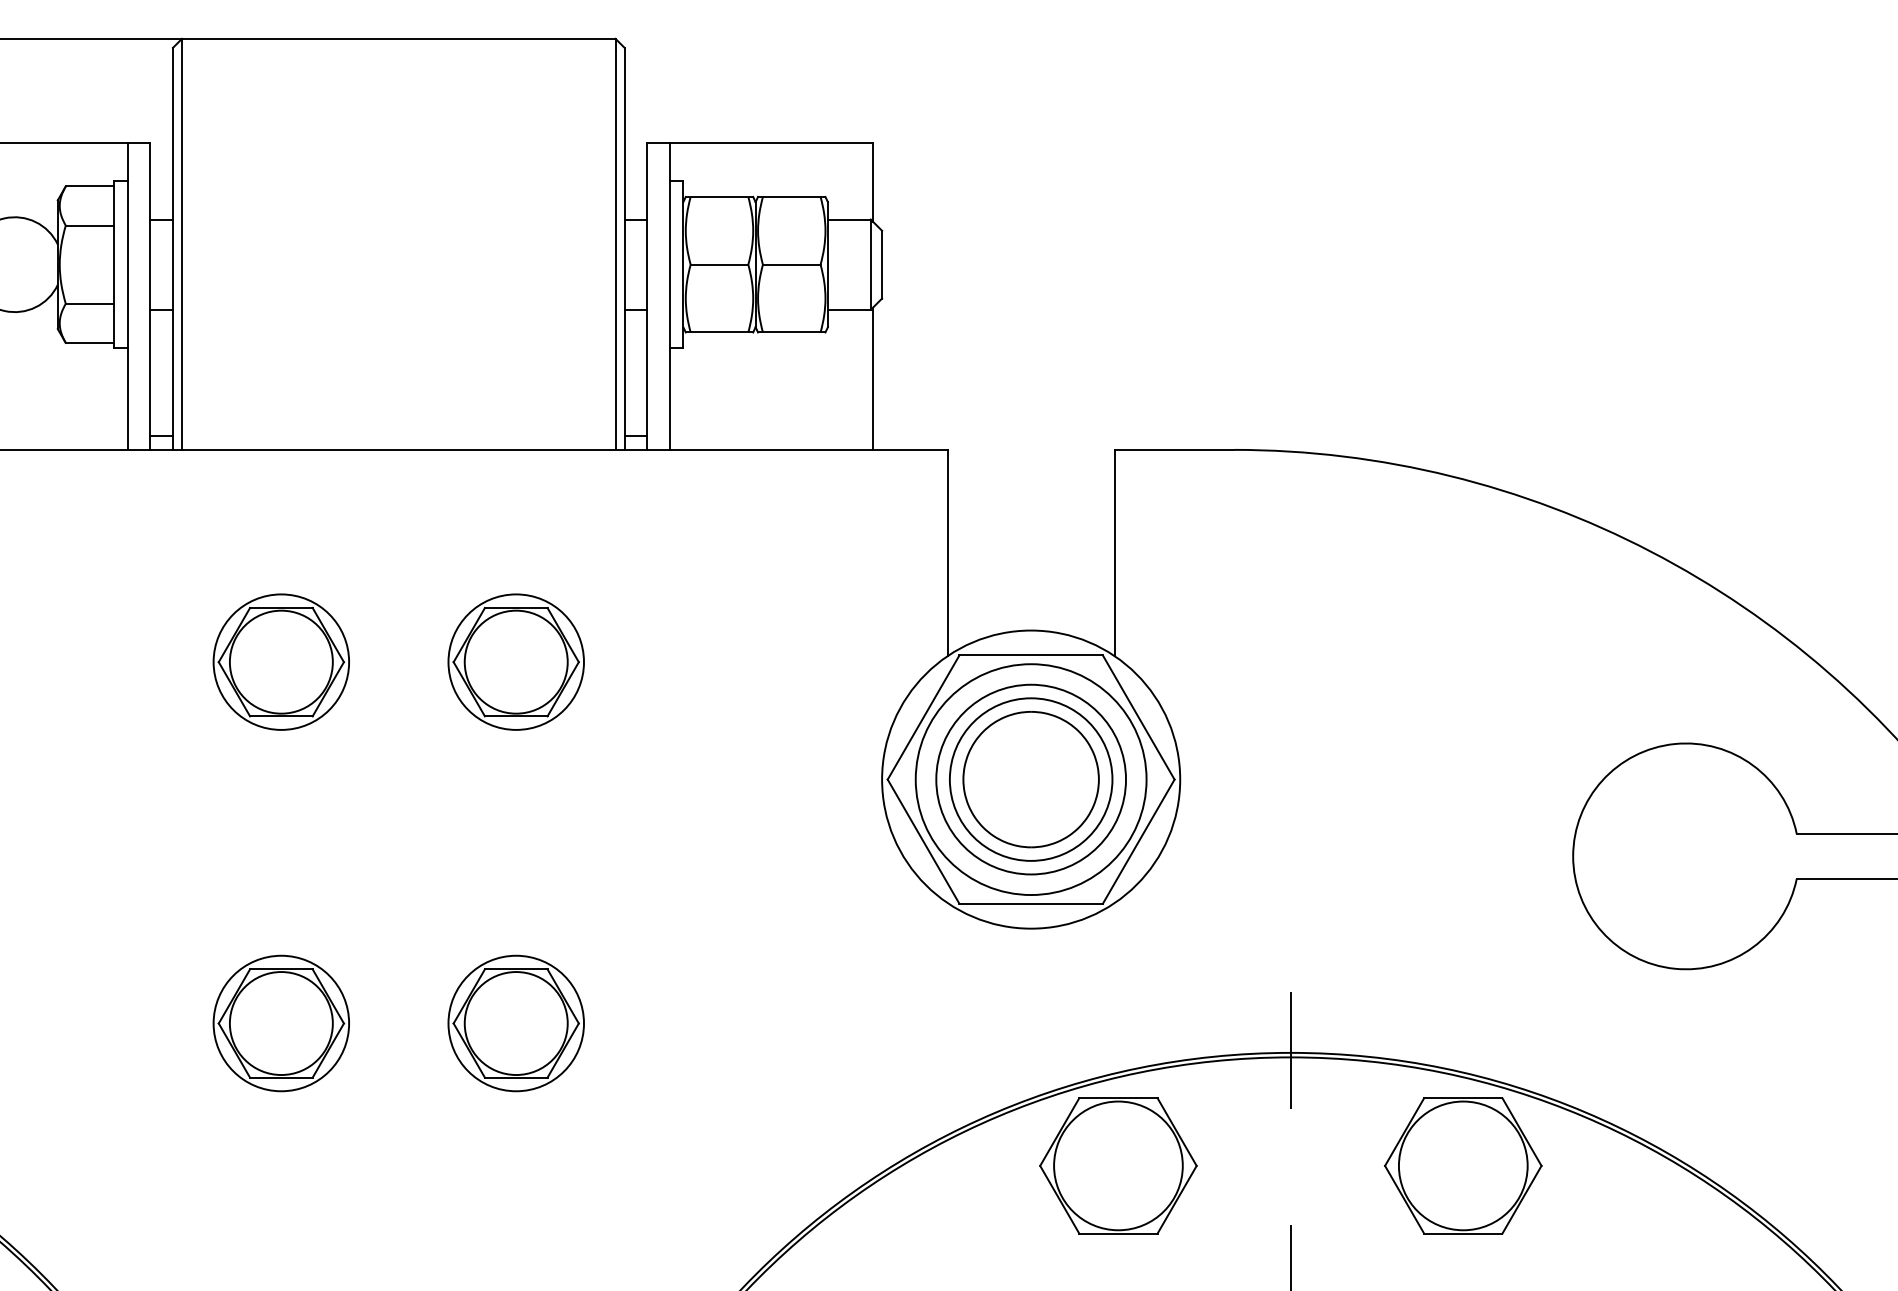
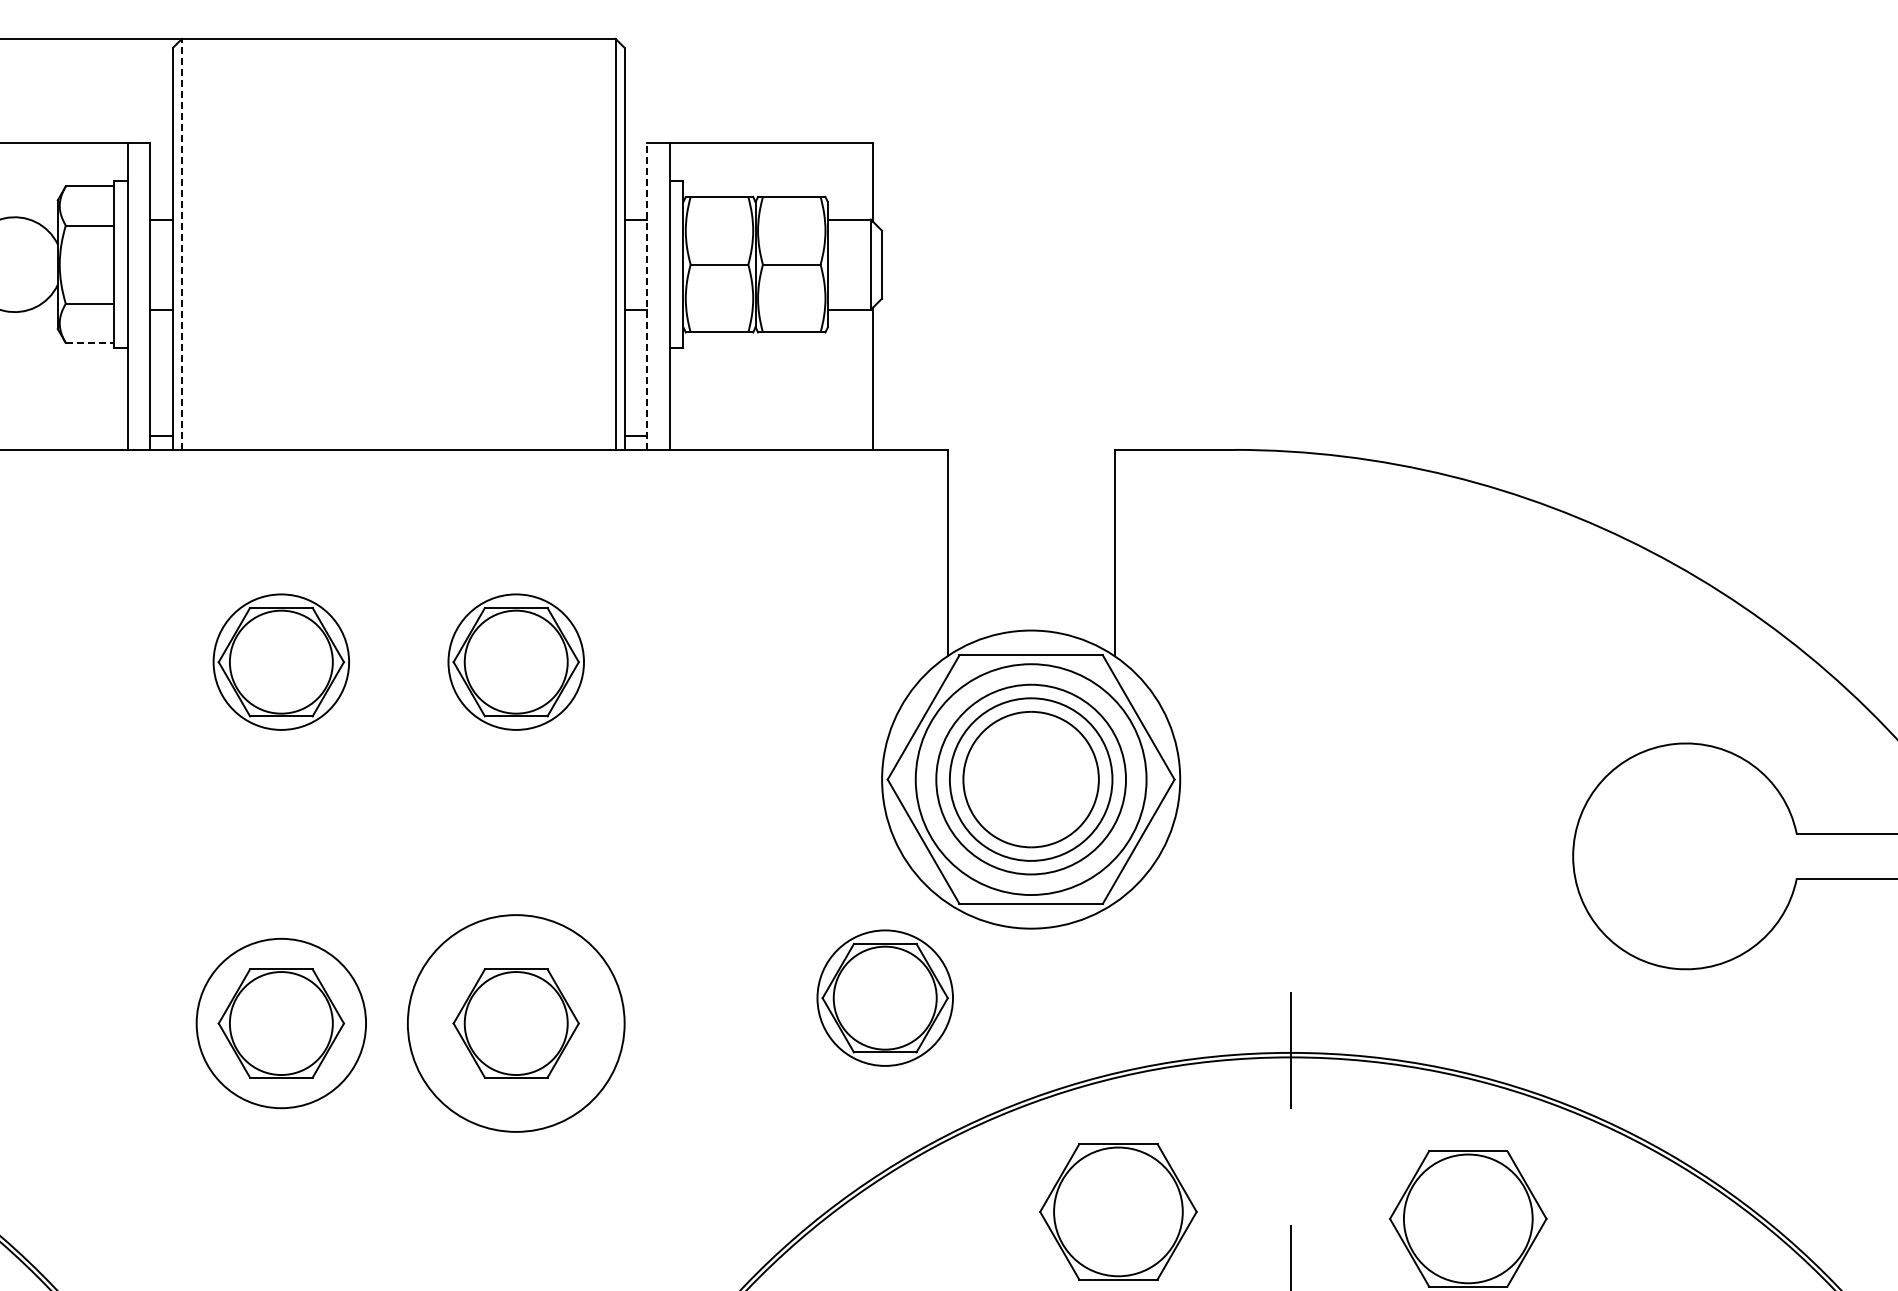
line at (182, 244): solid -> dashed
line at (647, 296): solid -> dashed
line at (90, 342): solid -> dashed
part at (884, 997): none -> present
circle at (281, 1023) diameter: 136 px -> 169 px
circle at (516, 1023) diameter: 136 px -> 217 px
part at (1118, 1165) position: (1118, 1165) -> (1118, 1211)
part at (1463, 1165) position: (1463, 1165) -> (1468, 1218)
